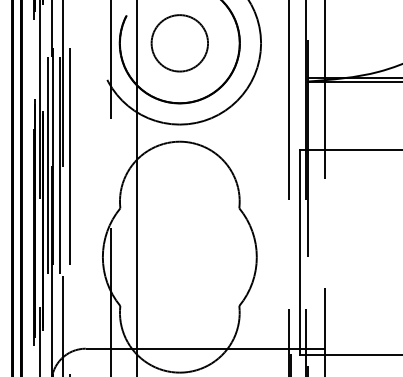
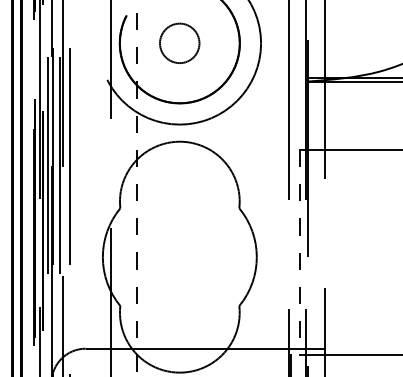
circle at (179, 43) size: 59x59 px -> 42x42 px
line at (137, 188): solid -> dashed
line at (299, 252): solid -> dashed
